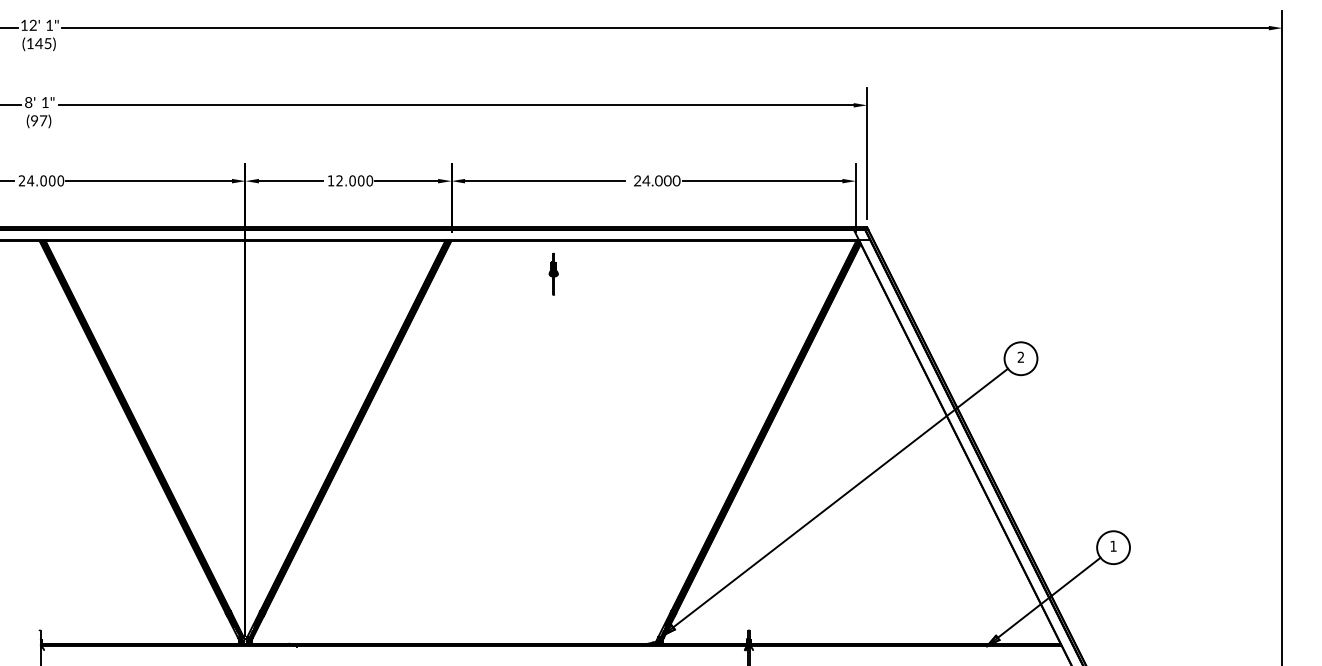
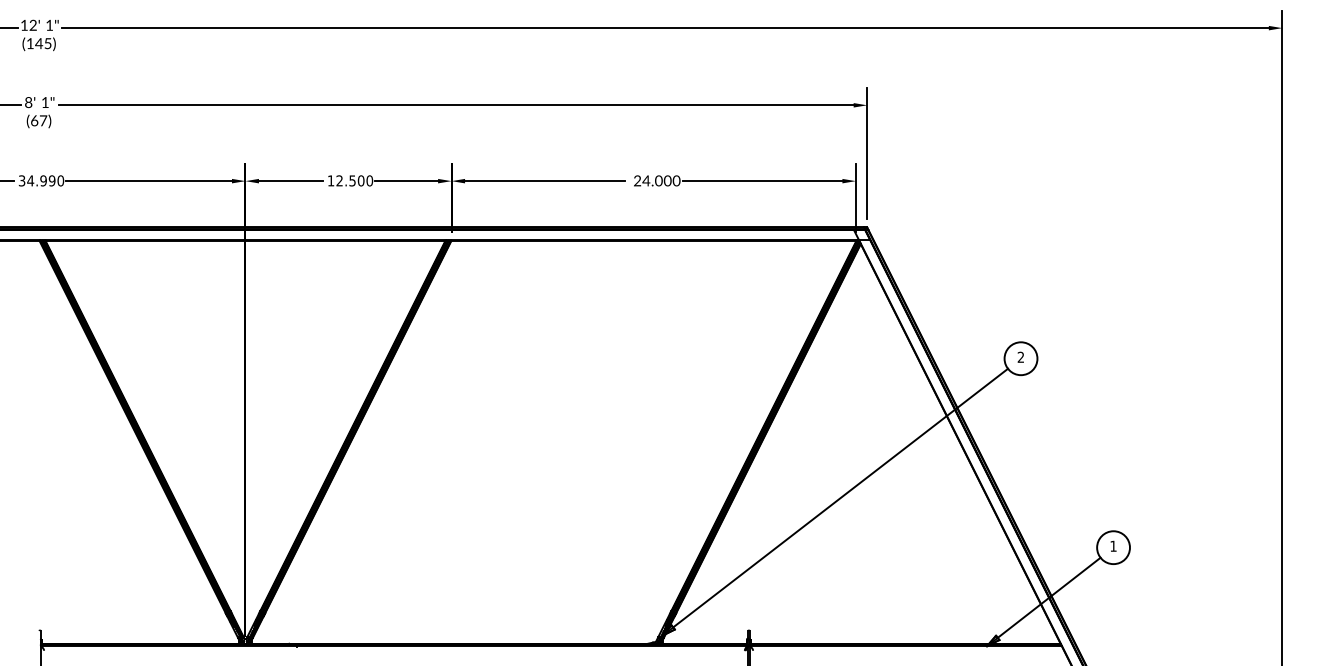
text at (34, 120): (97) -> (67)
text at (36, 180): 24.000 -> 34.990
text at (352, 180): 12.000 -> 12.500
part at (553, 273): present -> none
